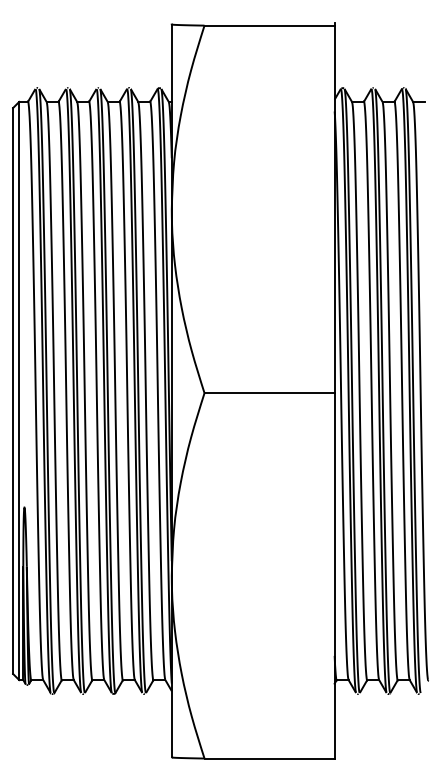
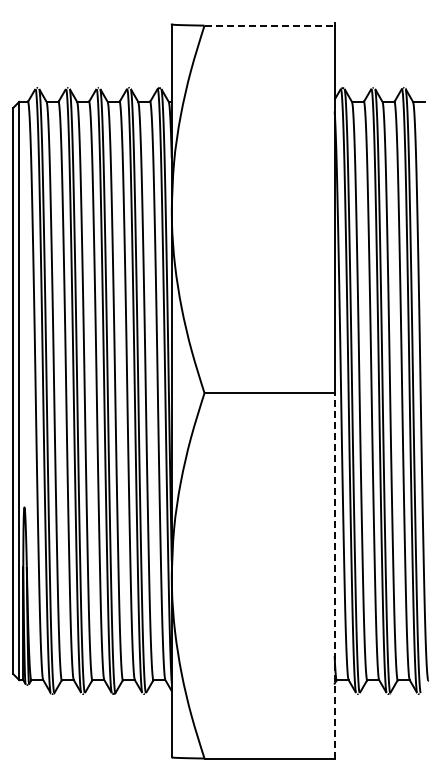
line at (270, 25): solid -> dashed
line at (334, 575): solid -> dashed
